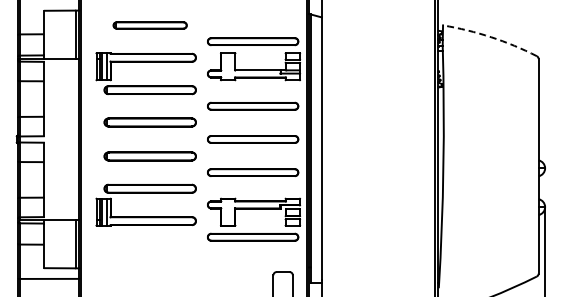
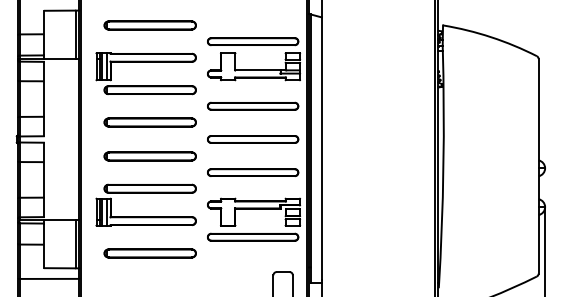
part at (149, 25) size: 76x9 px -> 94x11 px
arc at (491, 37): dashed -> solid
part at (149, 253): none -> present
